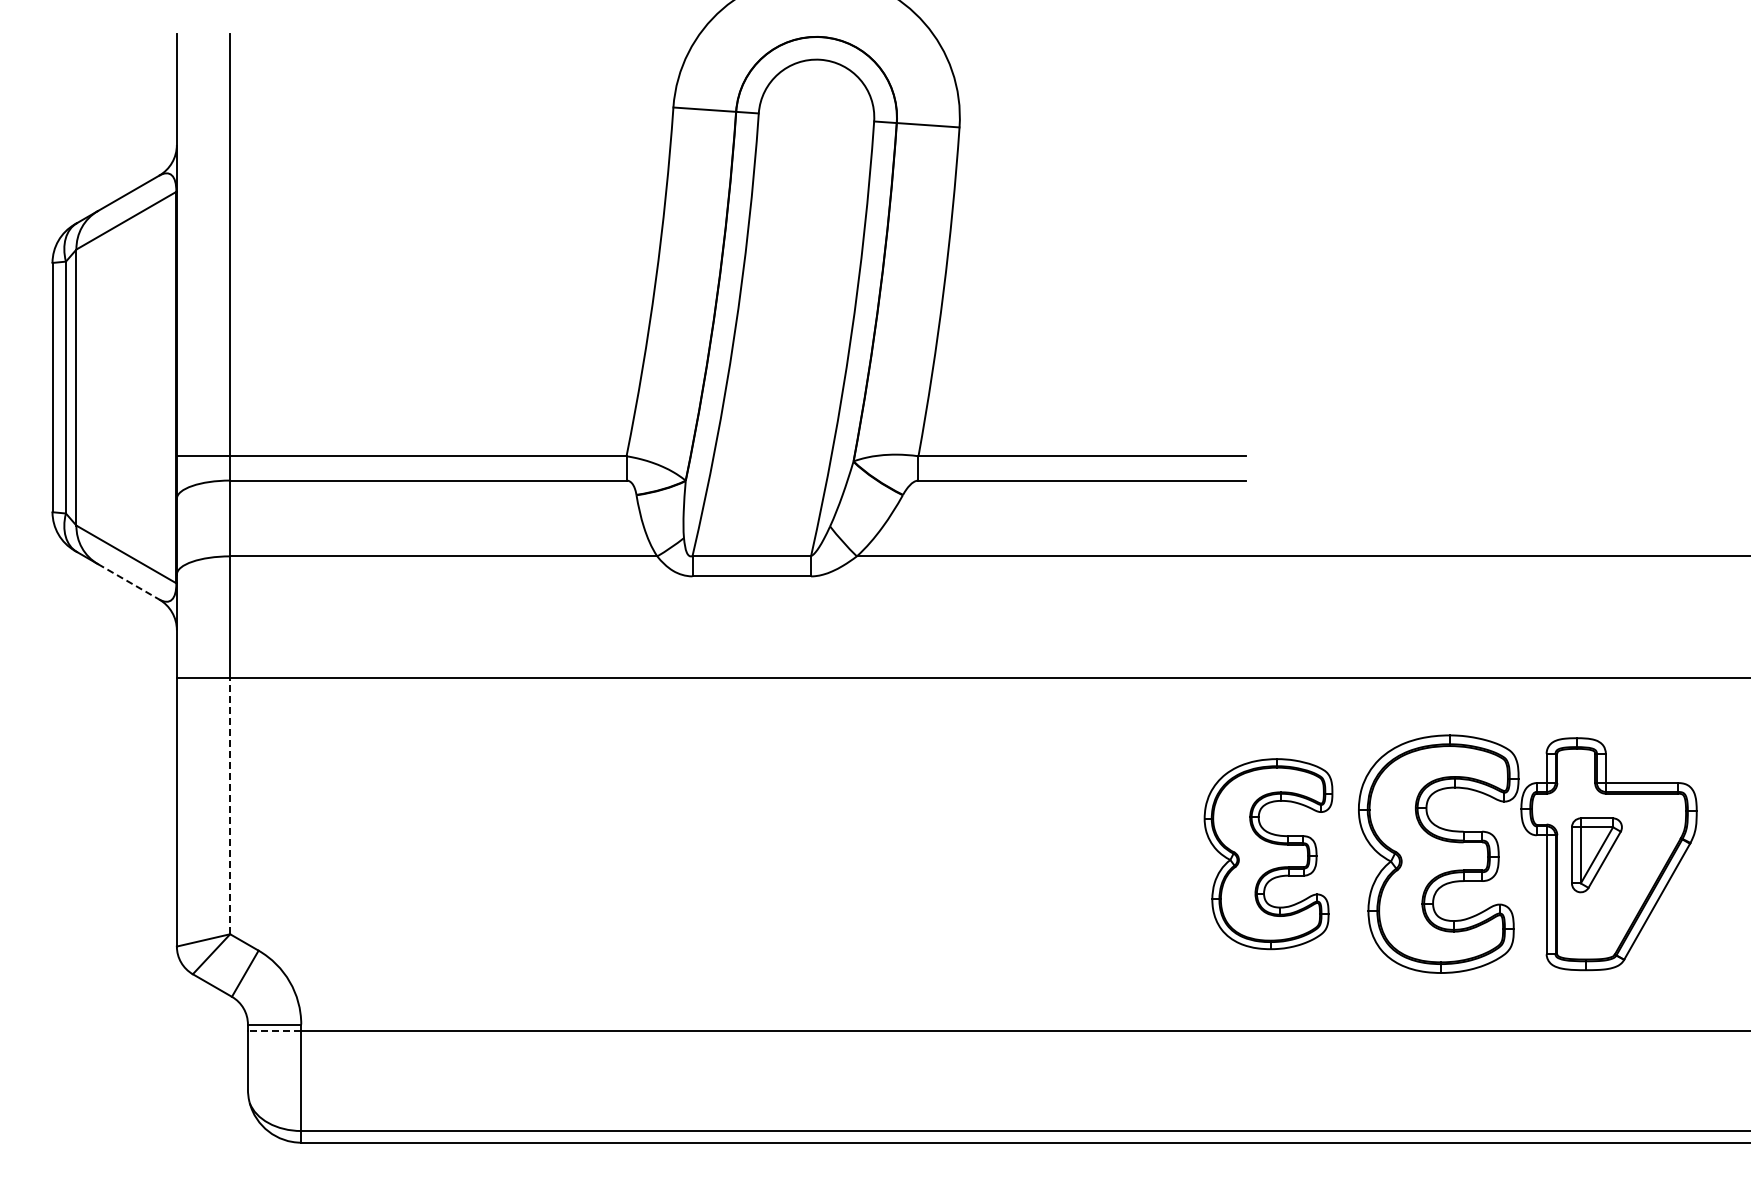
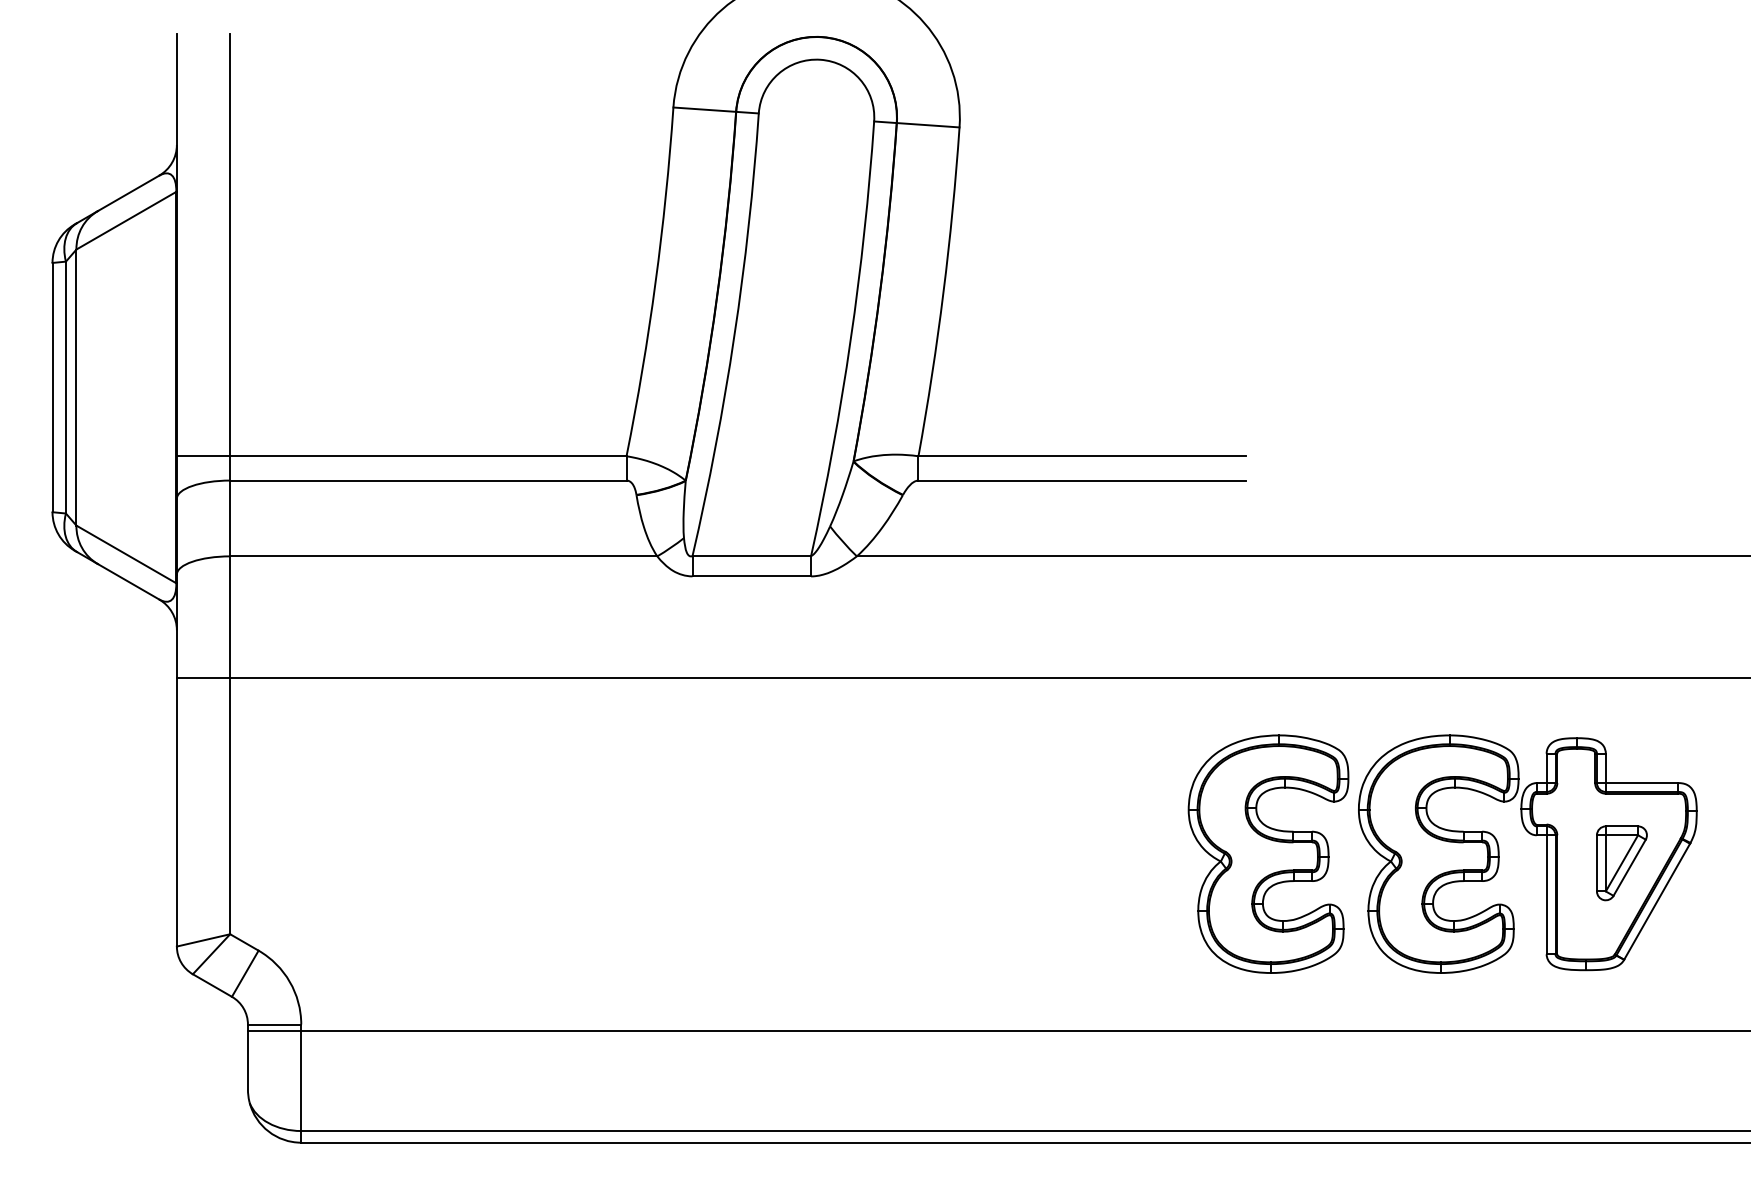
line at (128, 582): dashed -> solid
line at (230, 805): dashed -> solid
part at (1268, 854) size: 131x193 px -> 163x240 px
part at (1596, 855) position: (1596, 855) -> (1621, 863)
line at (274, 1030): dashed -> solid
